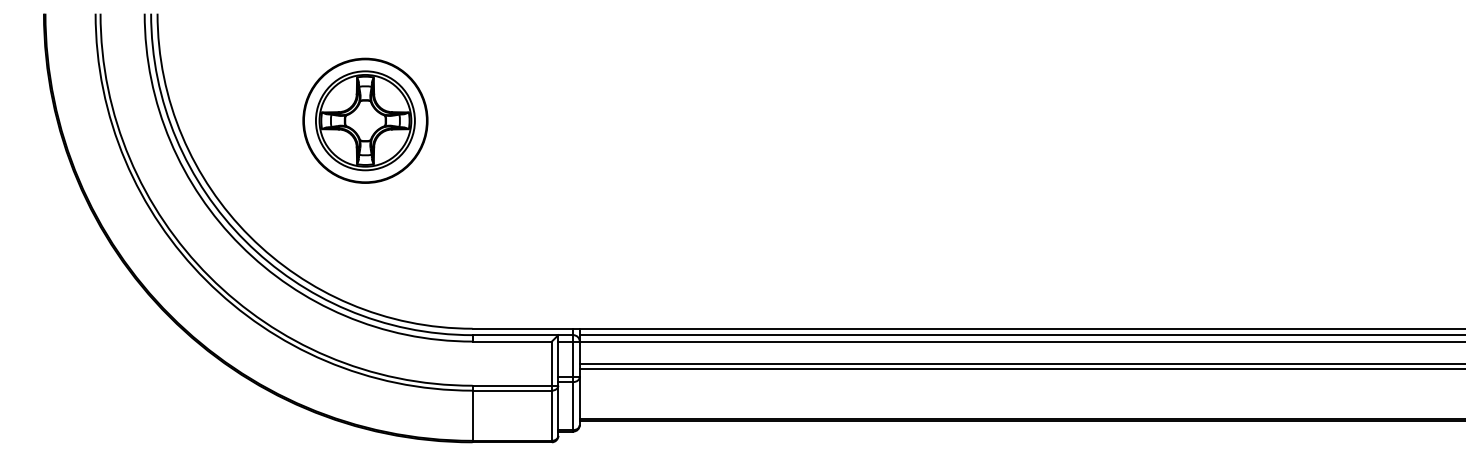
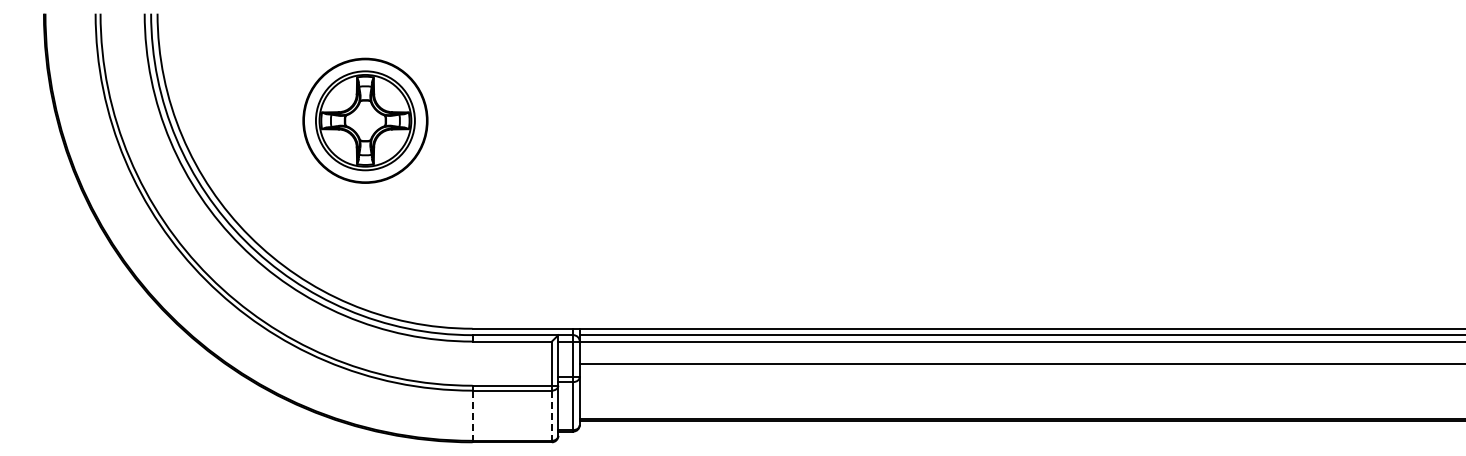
line at (1020, 369): present -> none
line at (472, 416): solid -> dashed
line at (551, 416): solid -> dashed
